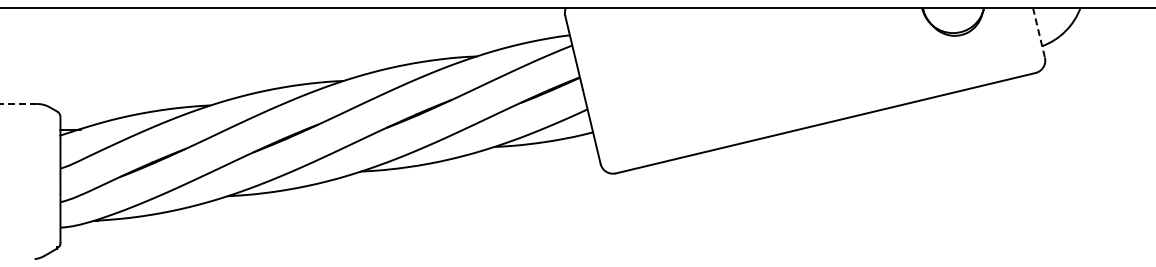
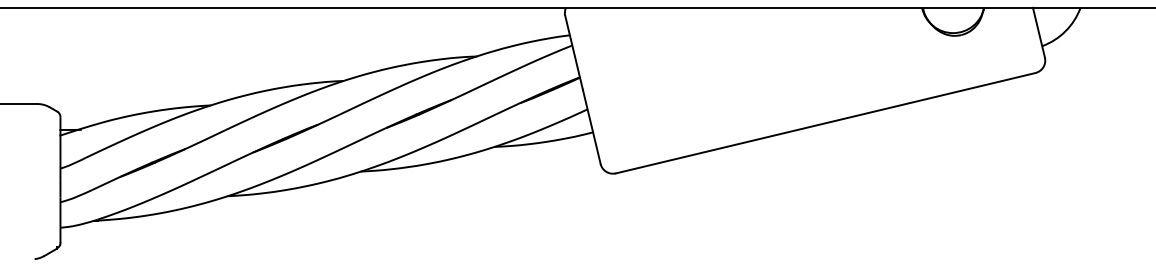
line at (1038, 32): dashed -> solid
line at (18, 103): dashed -> solid
